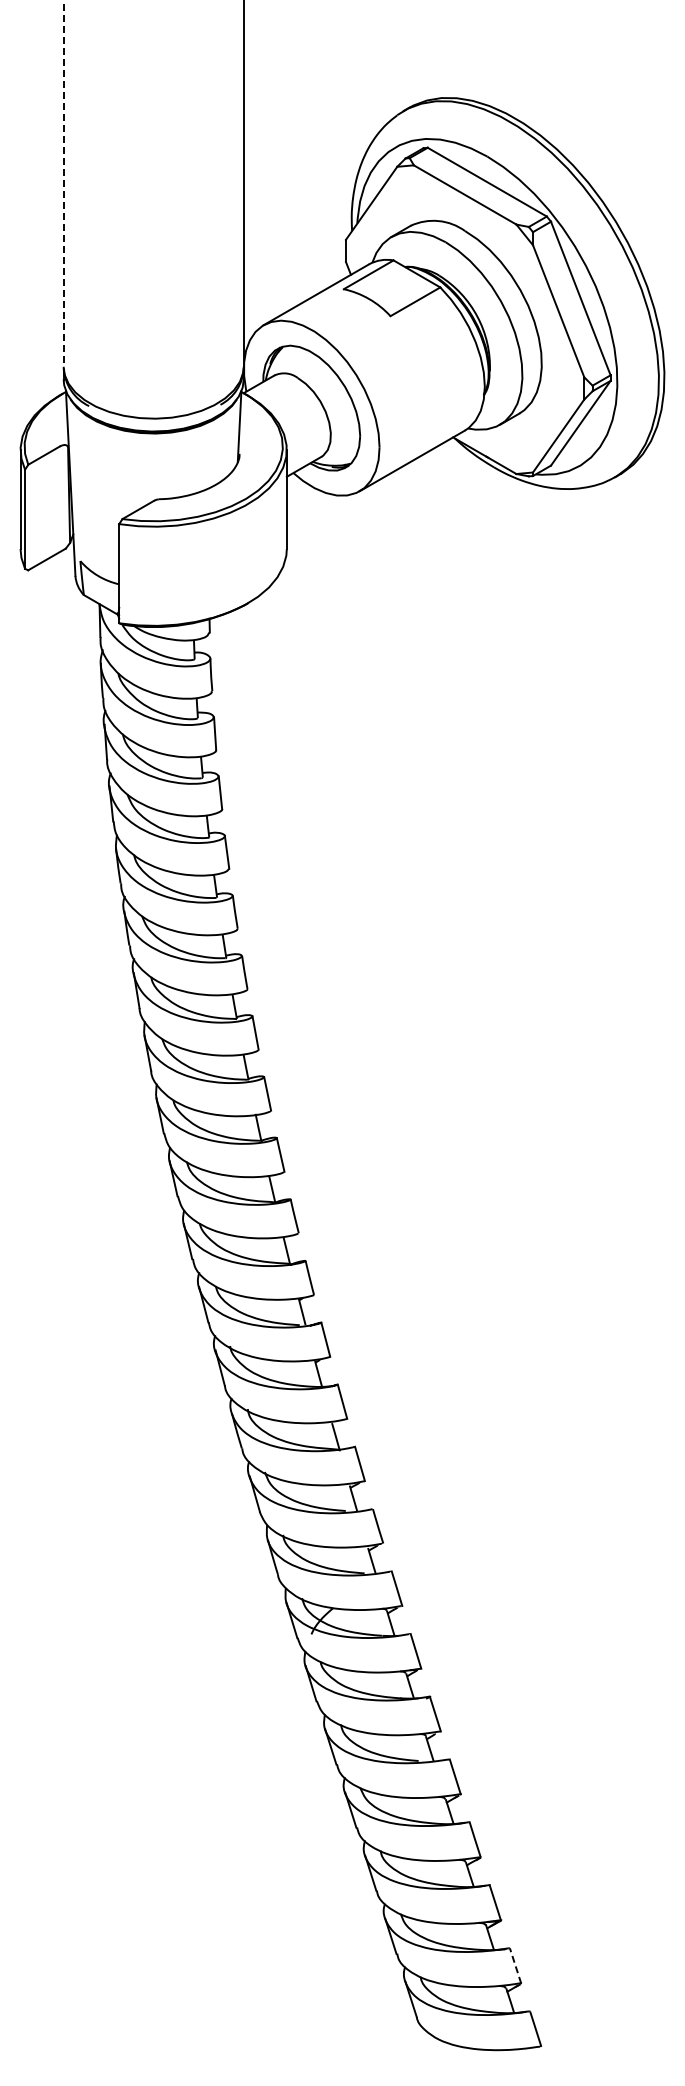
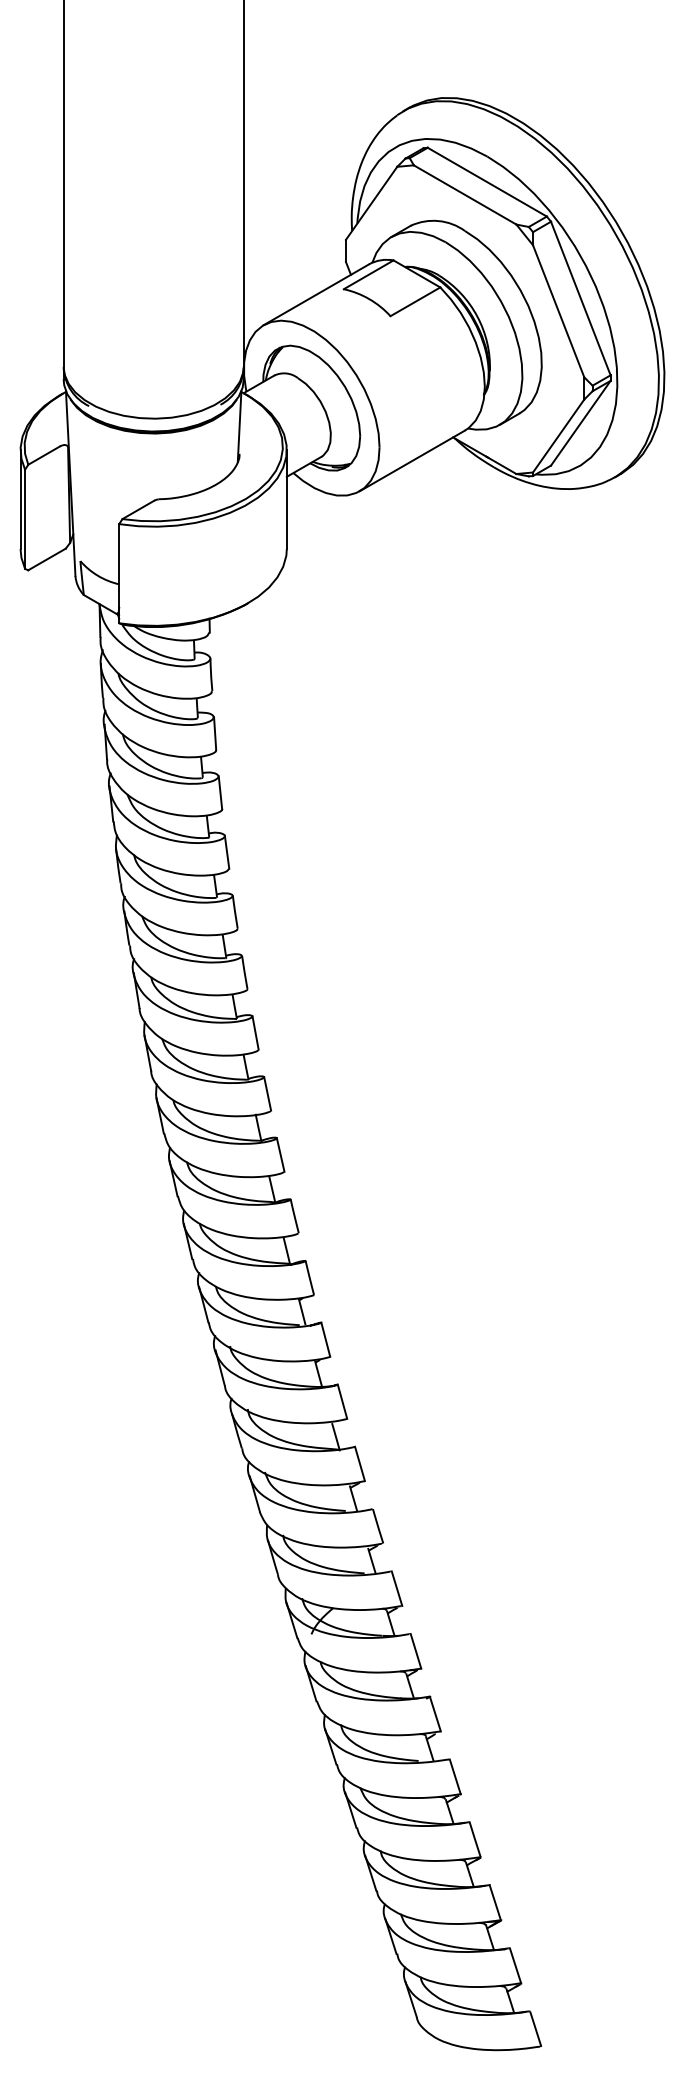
line at (63, 183): dashed -> solid
line at (515, 1965): dashed -> solid
